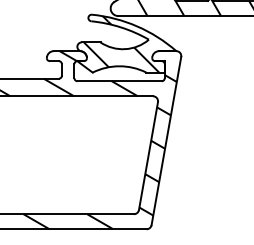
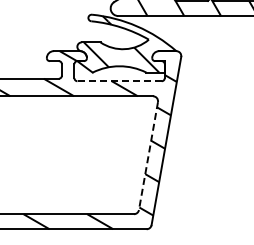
line at (119, 81): solid -> dashed
line at (148, 156): solid -> dashed
